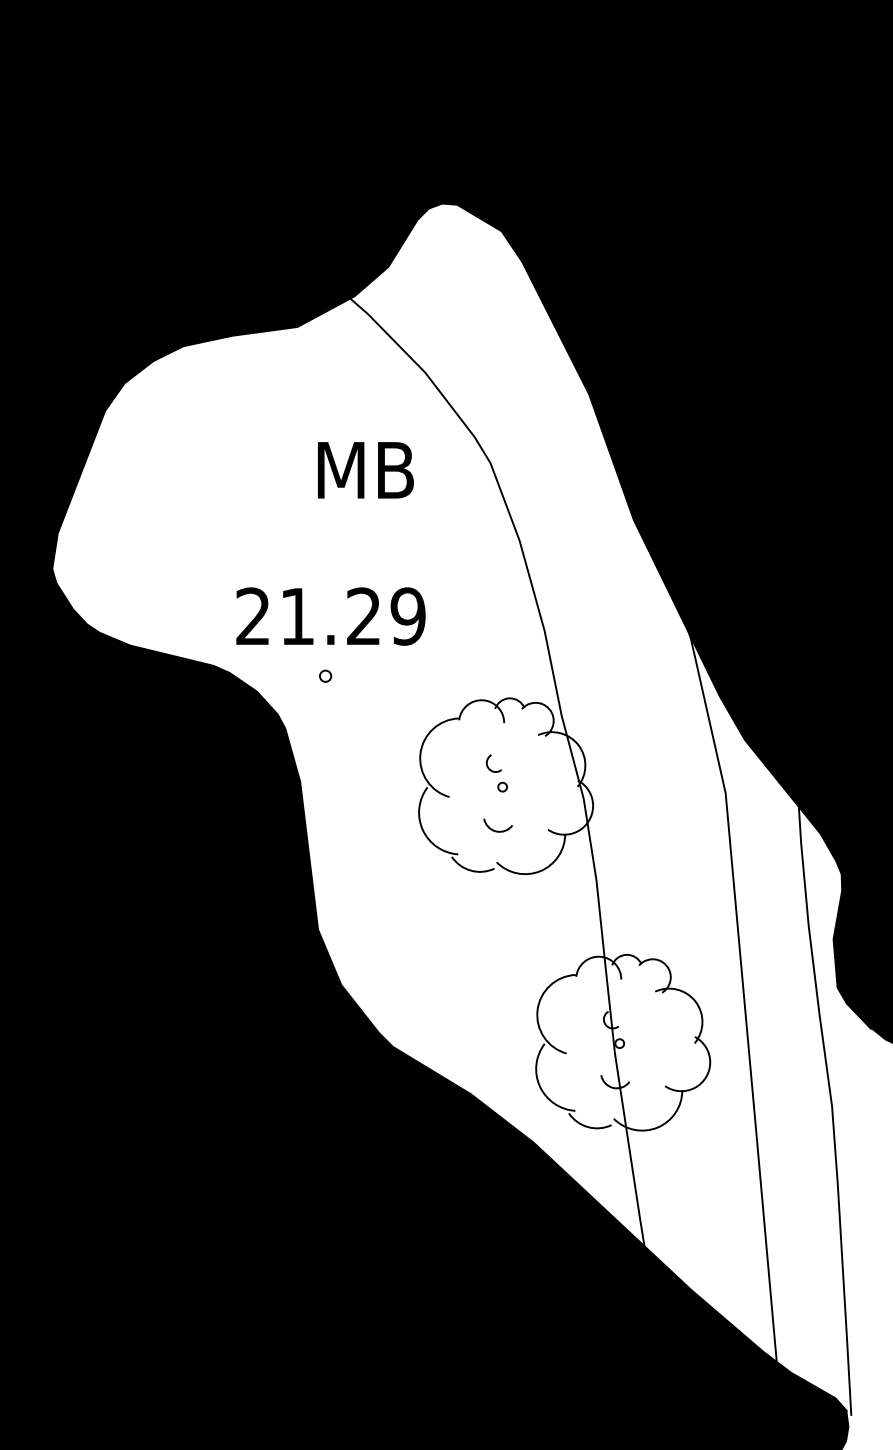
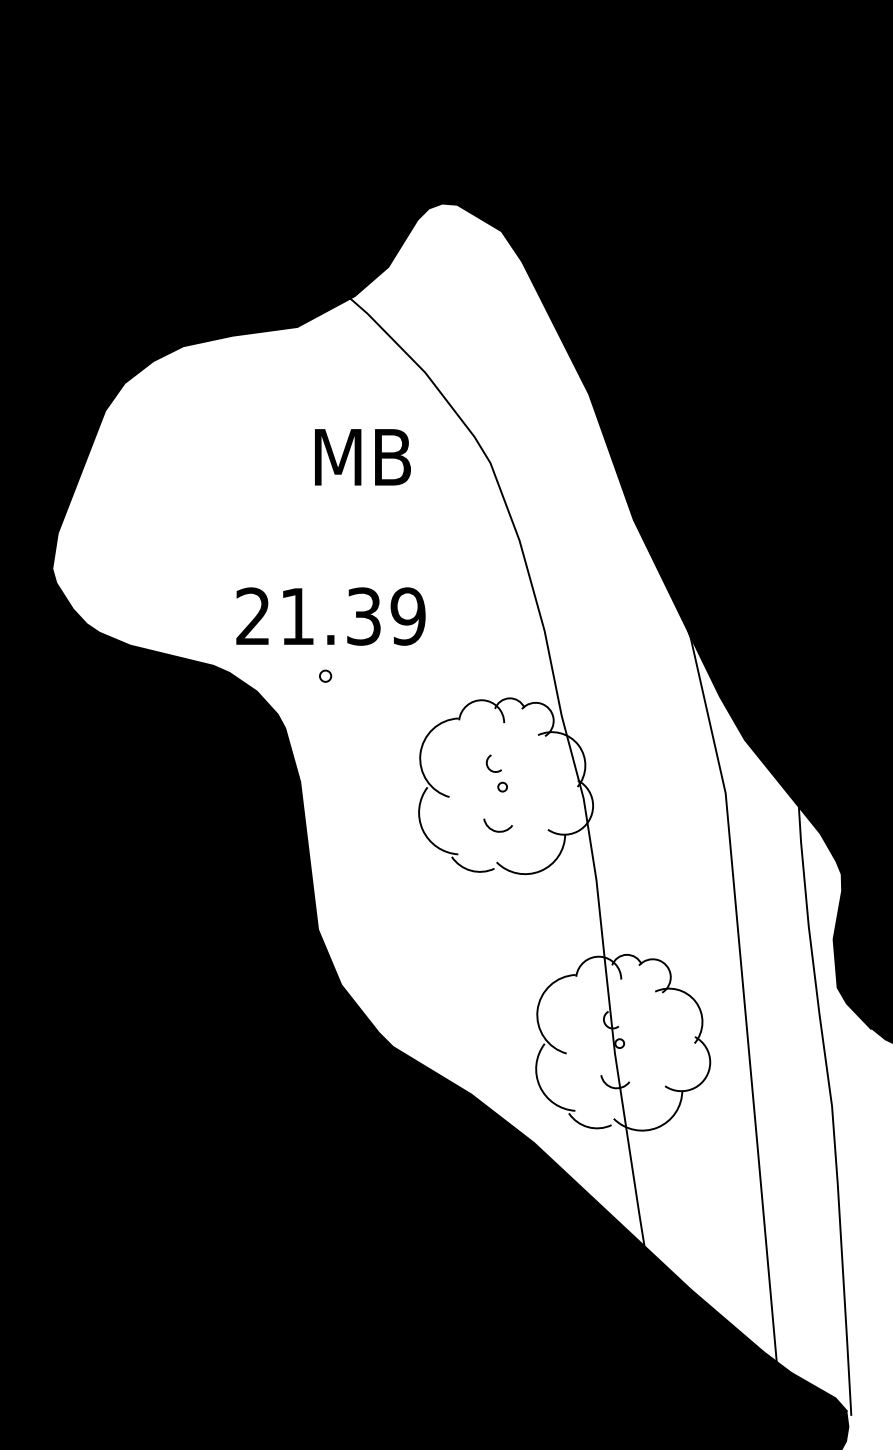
text at (365, 470) position: (365, 470) -> (362, 457)
text at (363, 616): 21.29 -> 21.39
